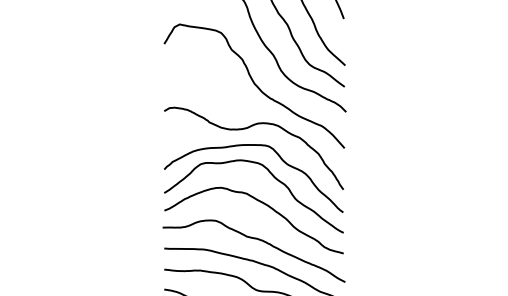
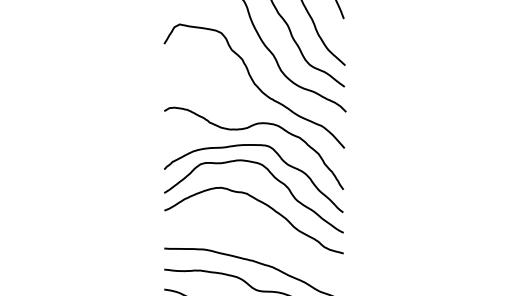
curve at (254, 239): present -> none
